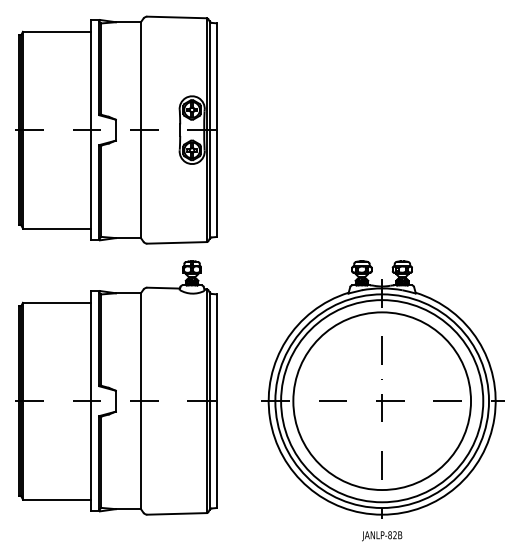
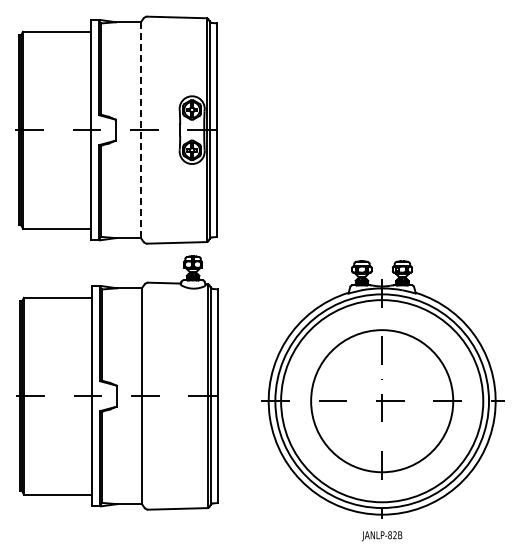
line at (140, 130): solid -> dashed
part at (116, 387) position: (116, 387) -> (117, 382)
circle at (382, 401) diameter: 178 px -> 142 px
